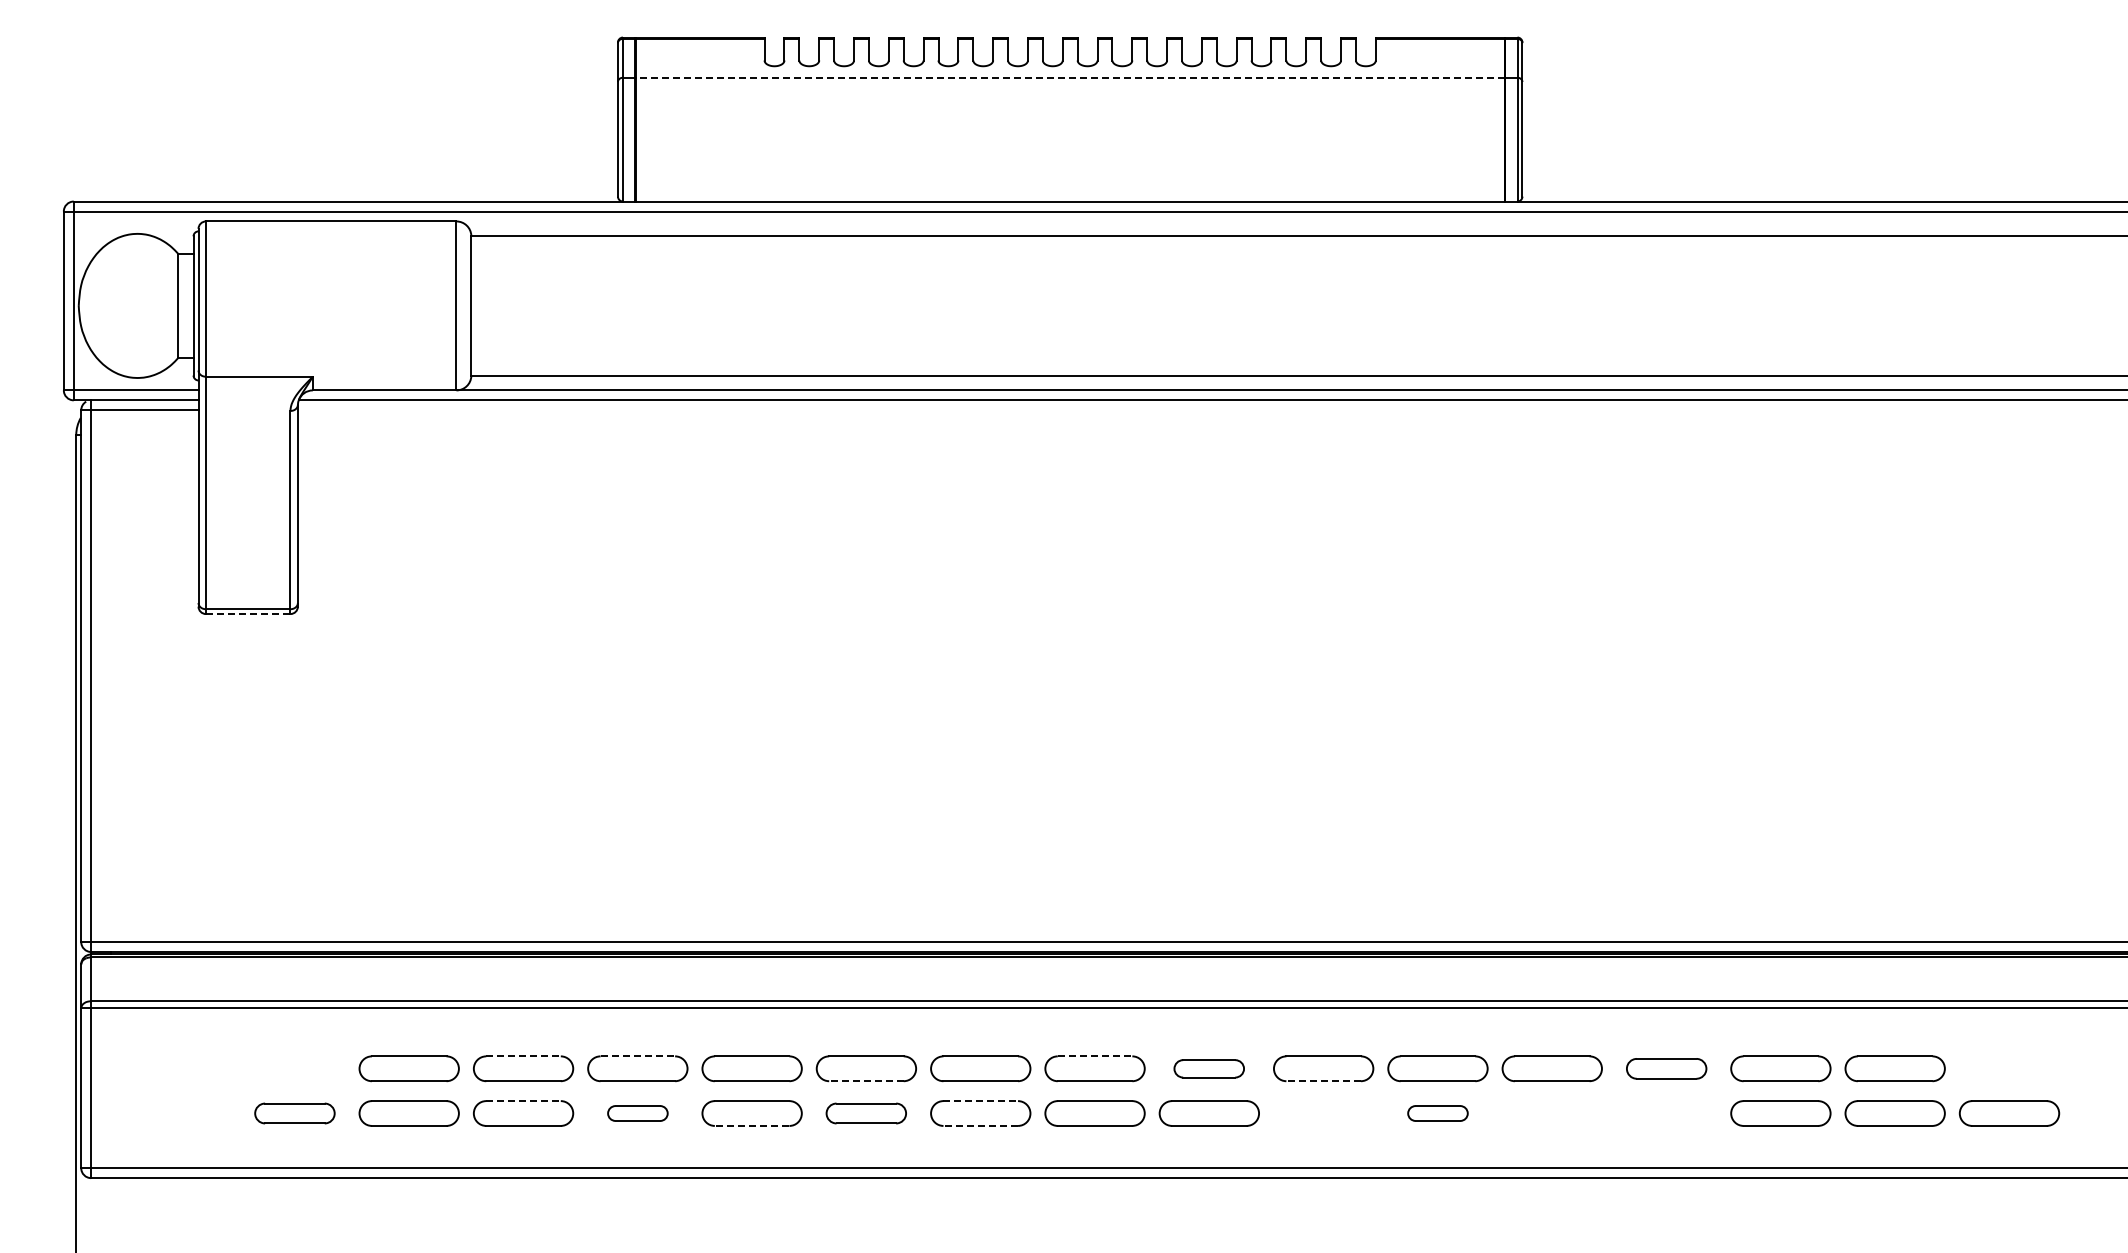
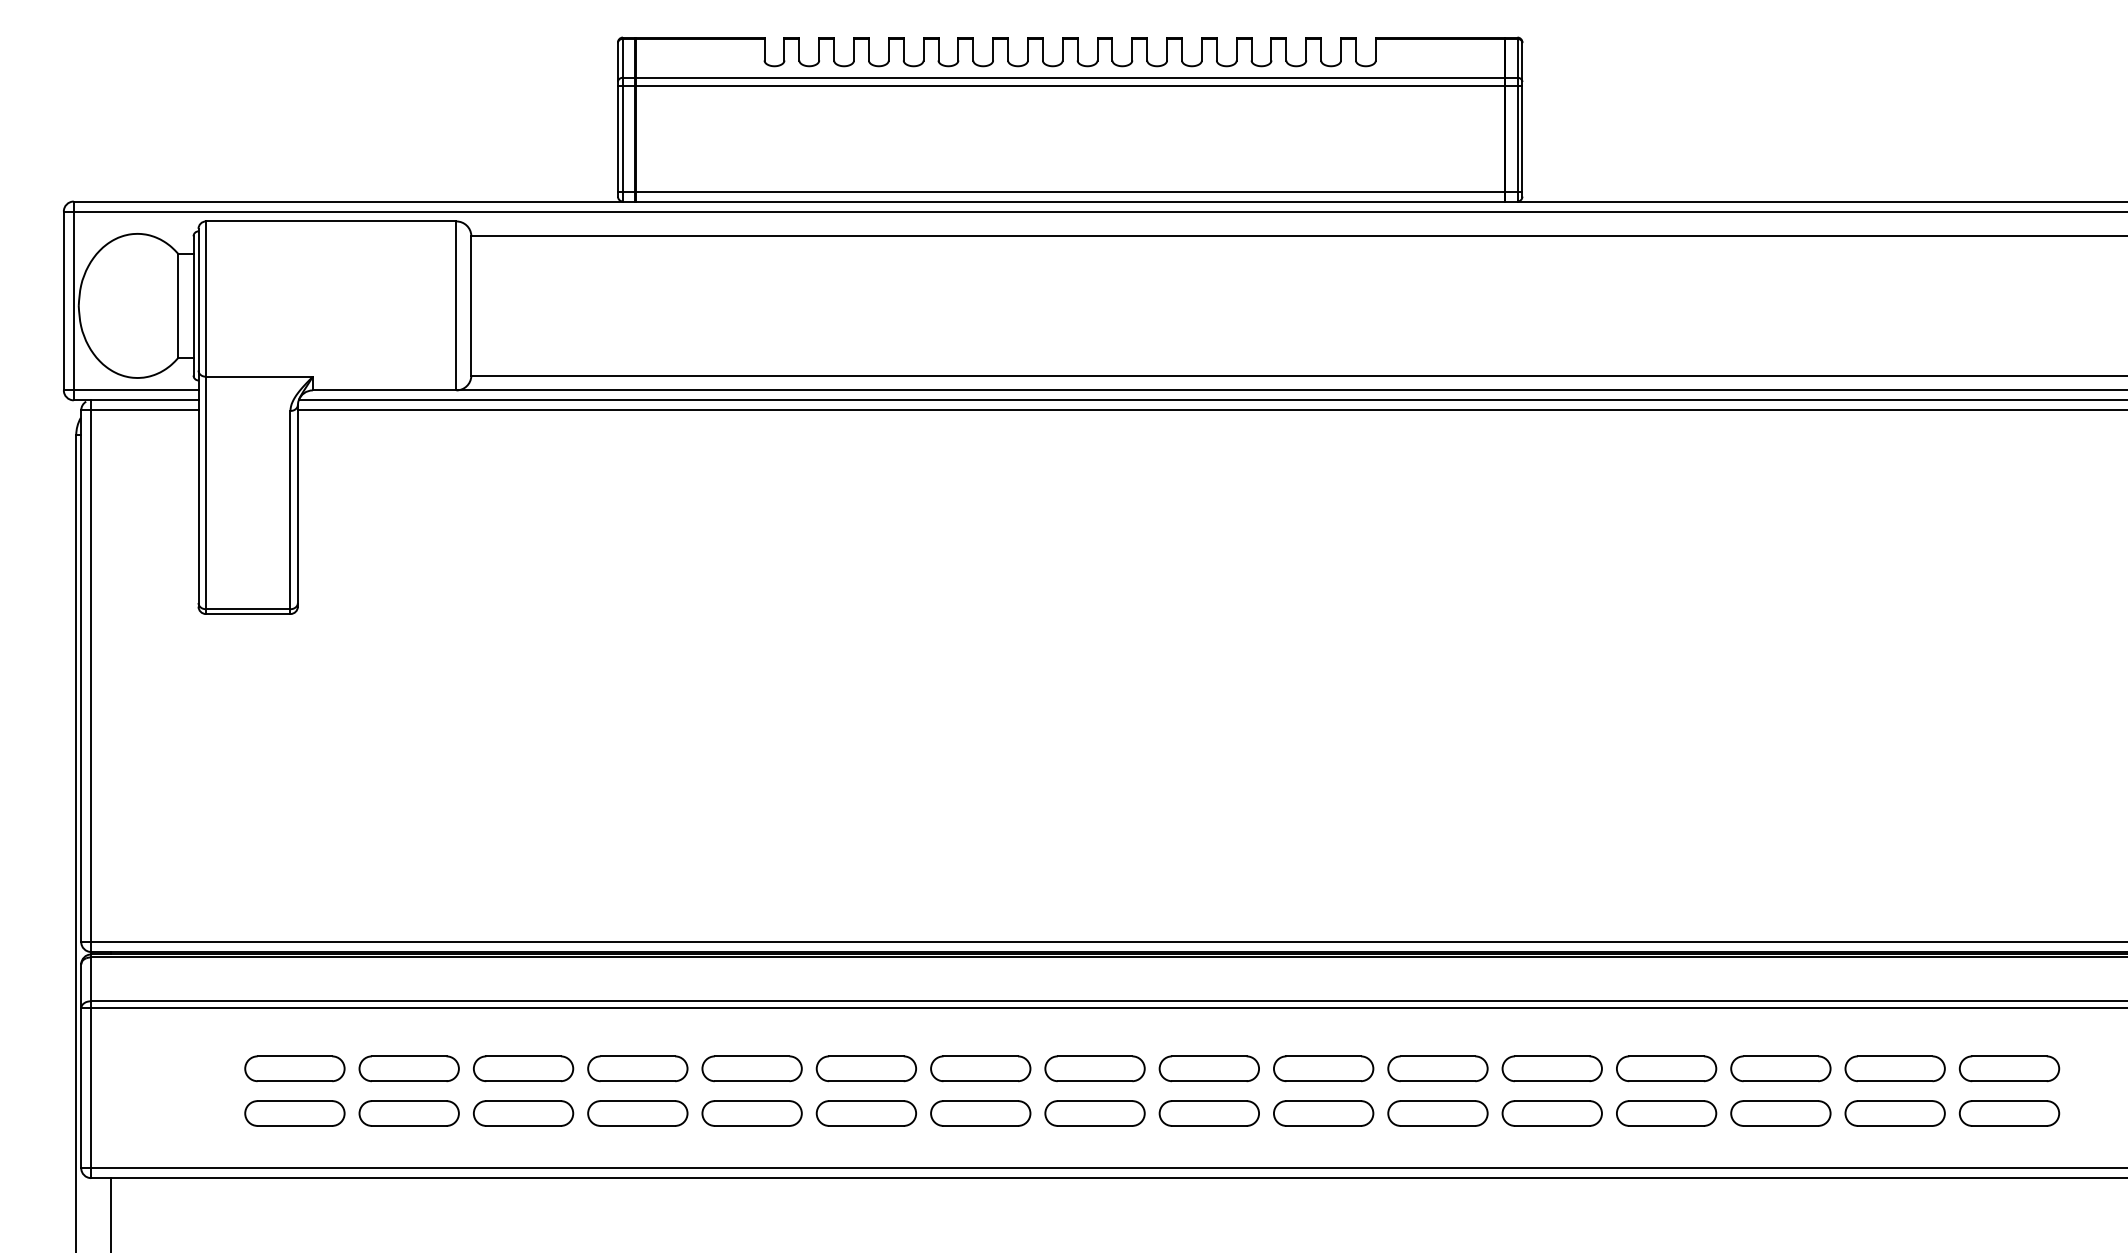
line at (1069, 77): dashed -> solid
line at (1069, 86): none -> present
line at (1069, 191): none -> present
line at (1210, 410): none -> present
line at (247, 614): dashed -> solid
line at (524, 1056): dashed -> solid
line at (638, 1056): dashed -> solid
line at (1095, 1056): dashed -> solid
part at (294, 1068): none -> present
part at (1208, 1068) size: 72x20 px -> 102x28 px
part at (1666, 1068) size: 82x22 px -> 102x28 px
part at (2009, 1068): none -> present
line at (865, 1081): dashed -> solid
line at (1323, 1081): dashed -> solid
line at (524, 1101): dashed -> solid
line at (981, 1101): dashed -> solid
part at (294, 1113) size: 82x23 px -> 102x27 px
part at (637, 1113) size: 62x17 px -> 102x27 px
part at (865, 1113) size: 82x23 px -> 102x27 px
part at (1323, 1113): none -> present
part at (1437, 1113) size: 62x17 px -> 102x27 px
part at (1551, 1113): none -> present
part at (1666, 1113): none -> present
line at (751, 1125): dashed -> solid
line at (980, 1125): dashed -> solid
line at (111, 1213): none -> present
